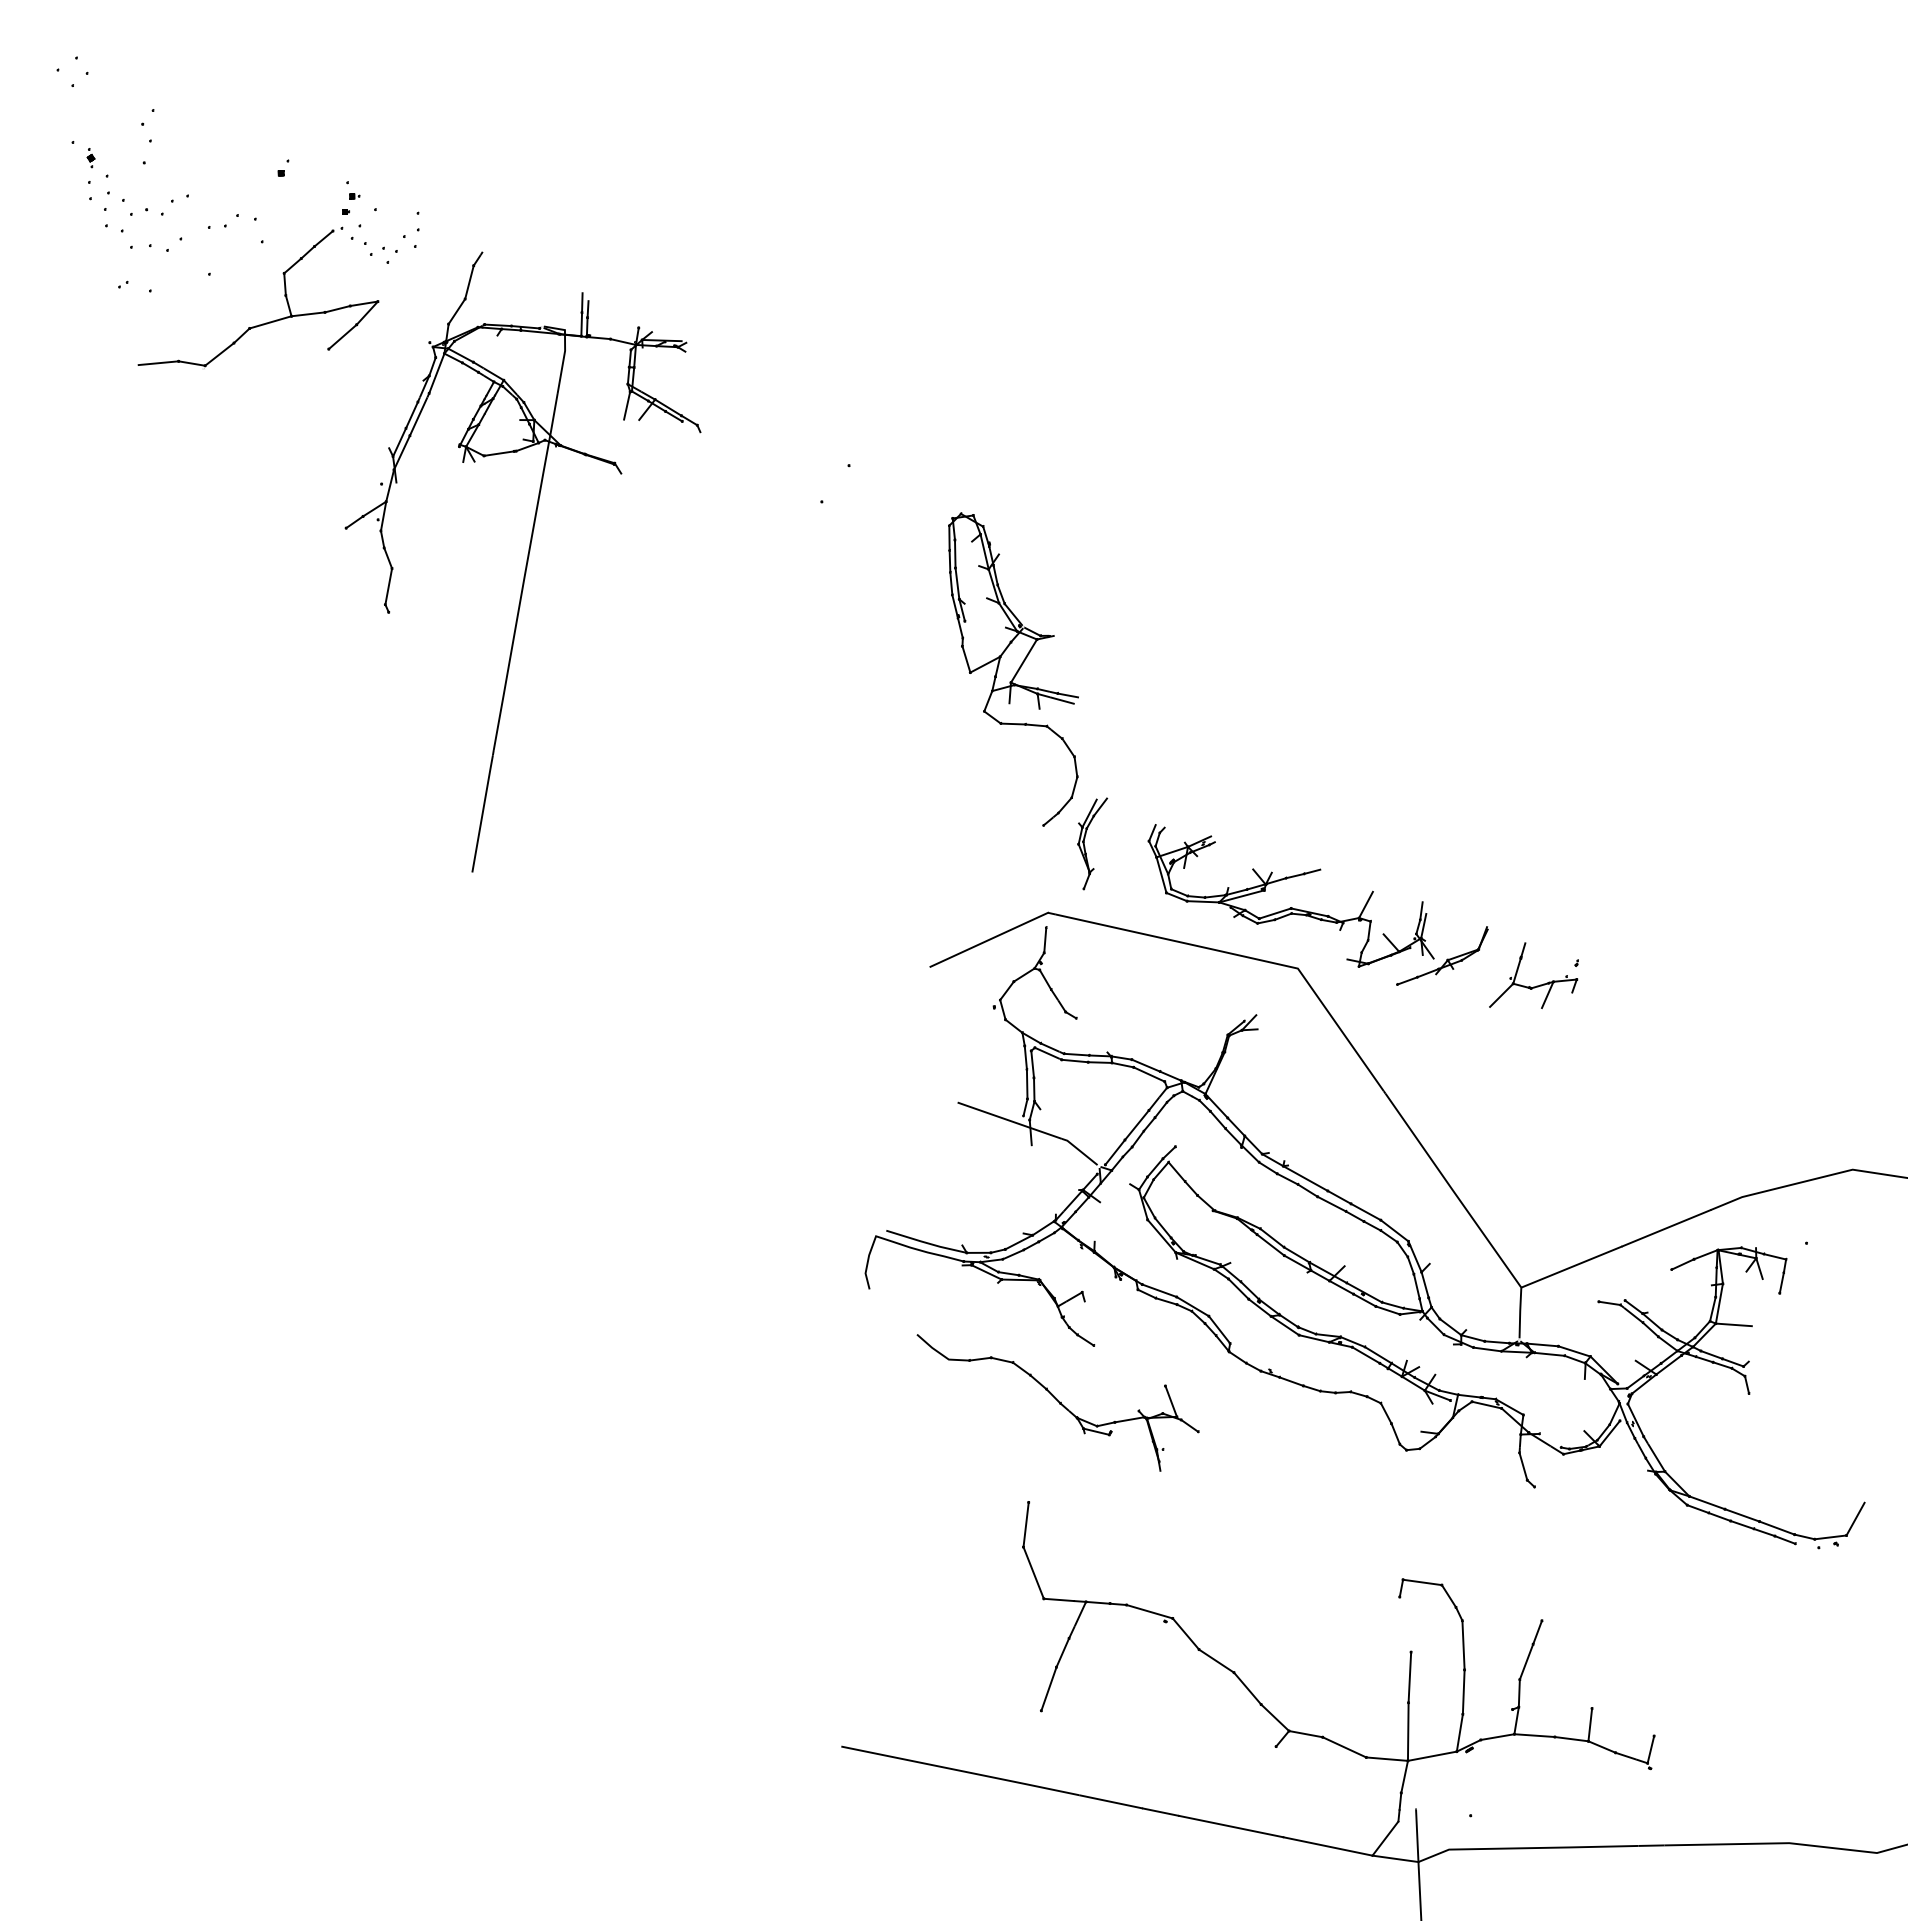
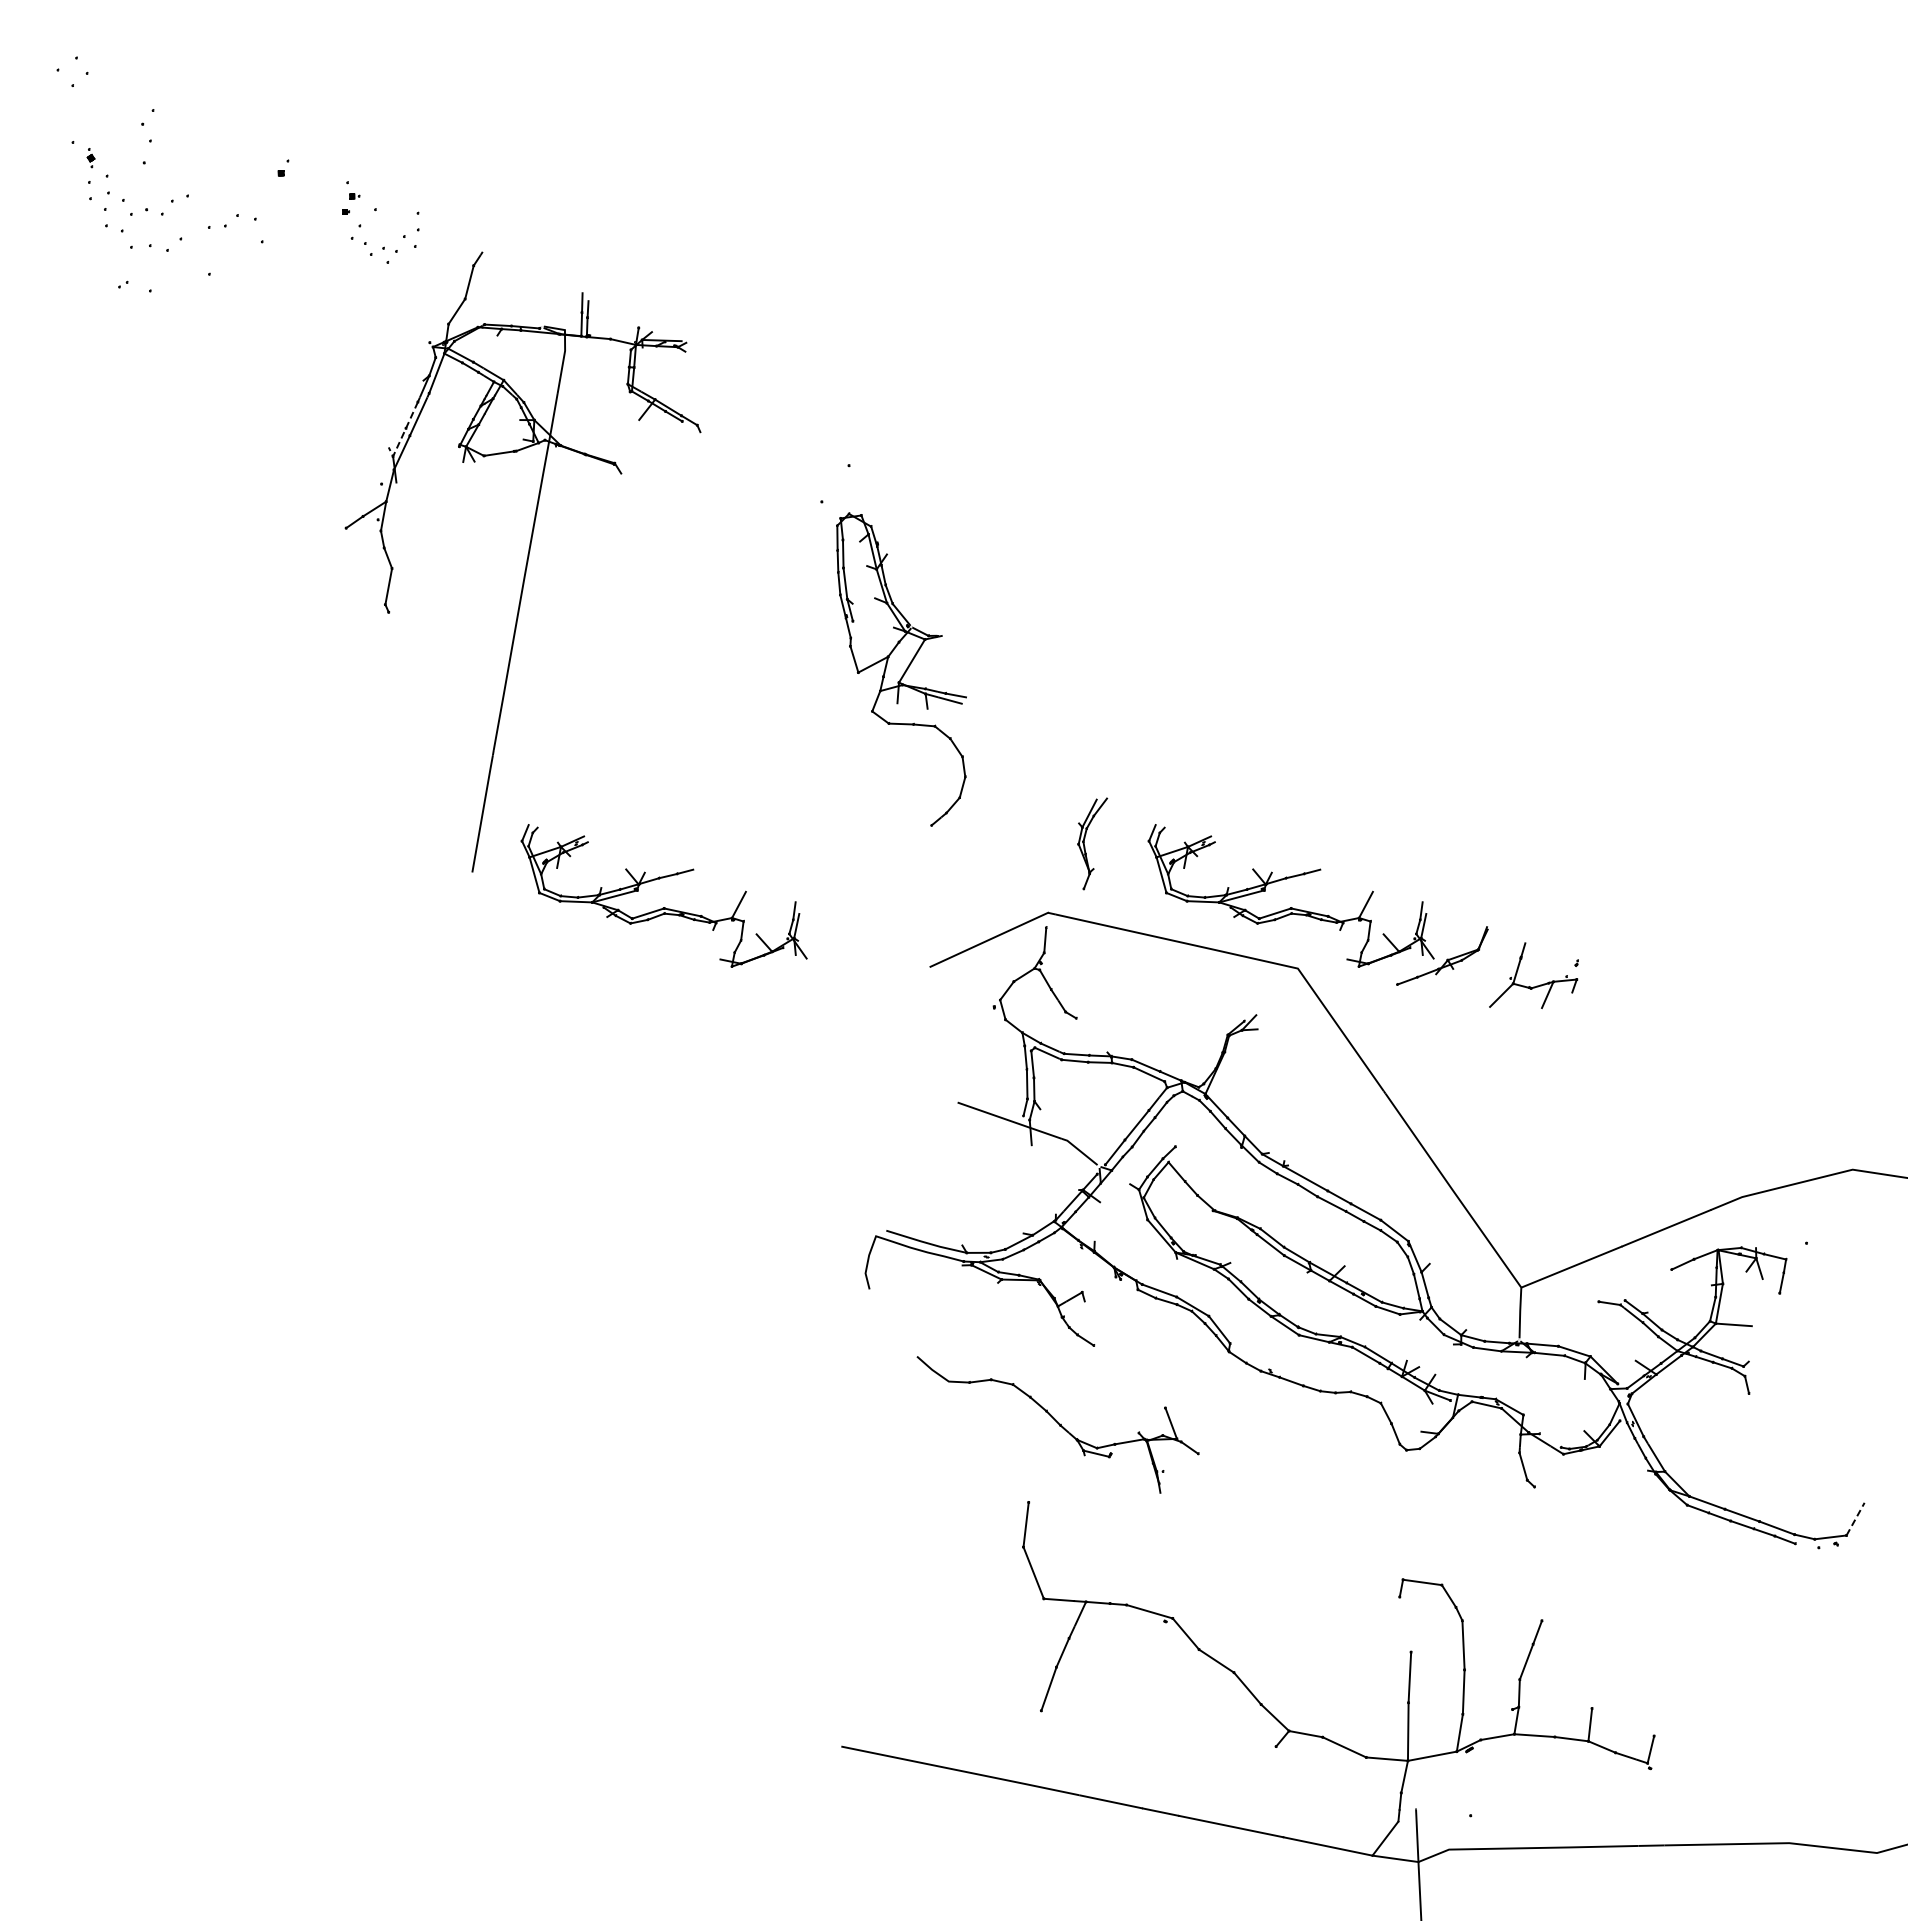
part at (265, 322): present -> none
line at (627, 405): present -> none
line at (403, 434): solid -> dashed
part at (1013, 669) position: (1013, 669) -> (901, 669)
part at (663, 907): none -> present
part at (1057, 1402) position: (1057, 1402) -> (1057, 1424)
line at (1855, 1519): solid -> dashed
